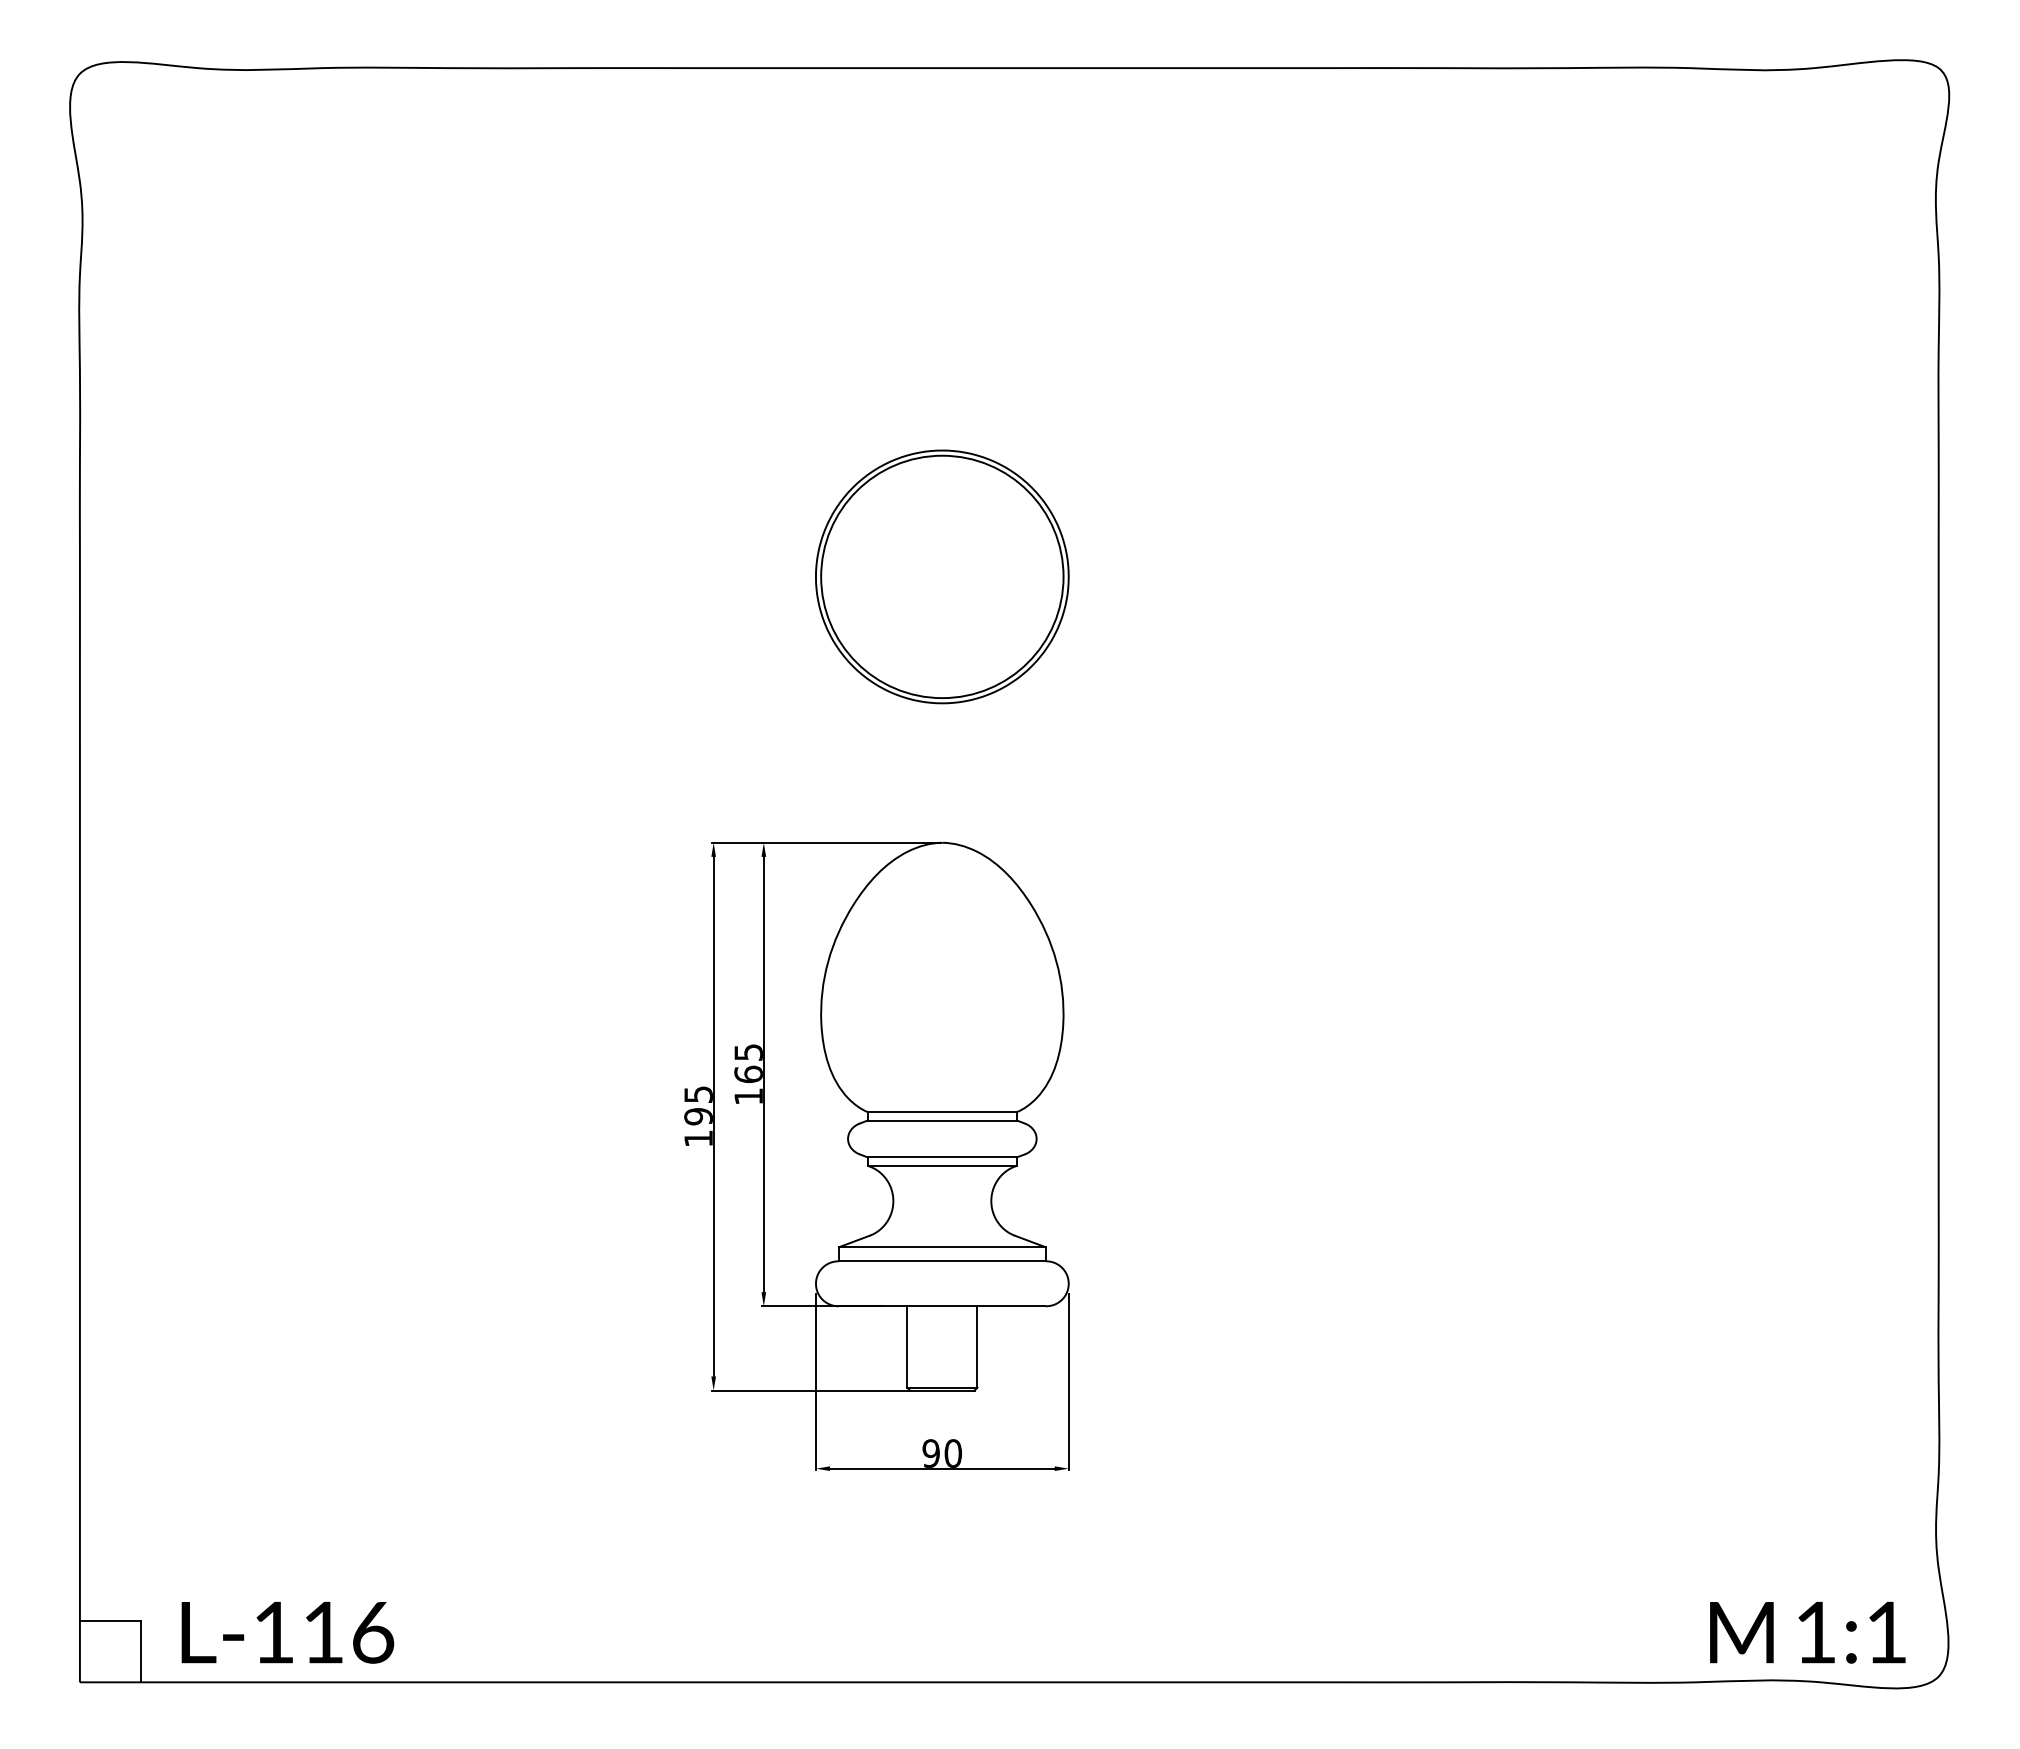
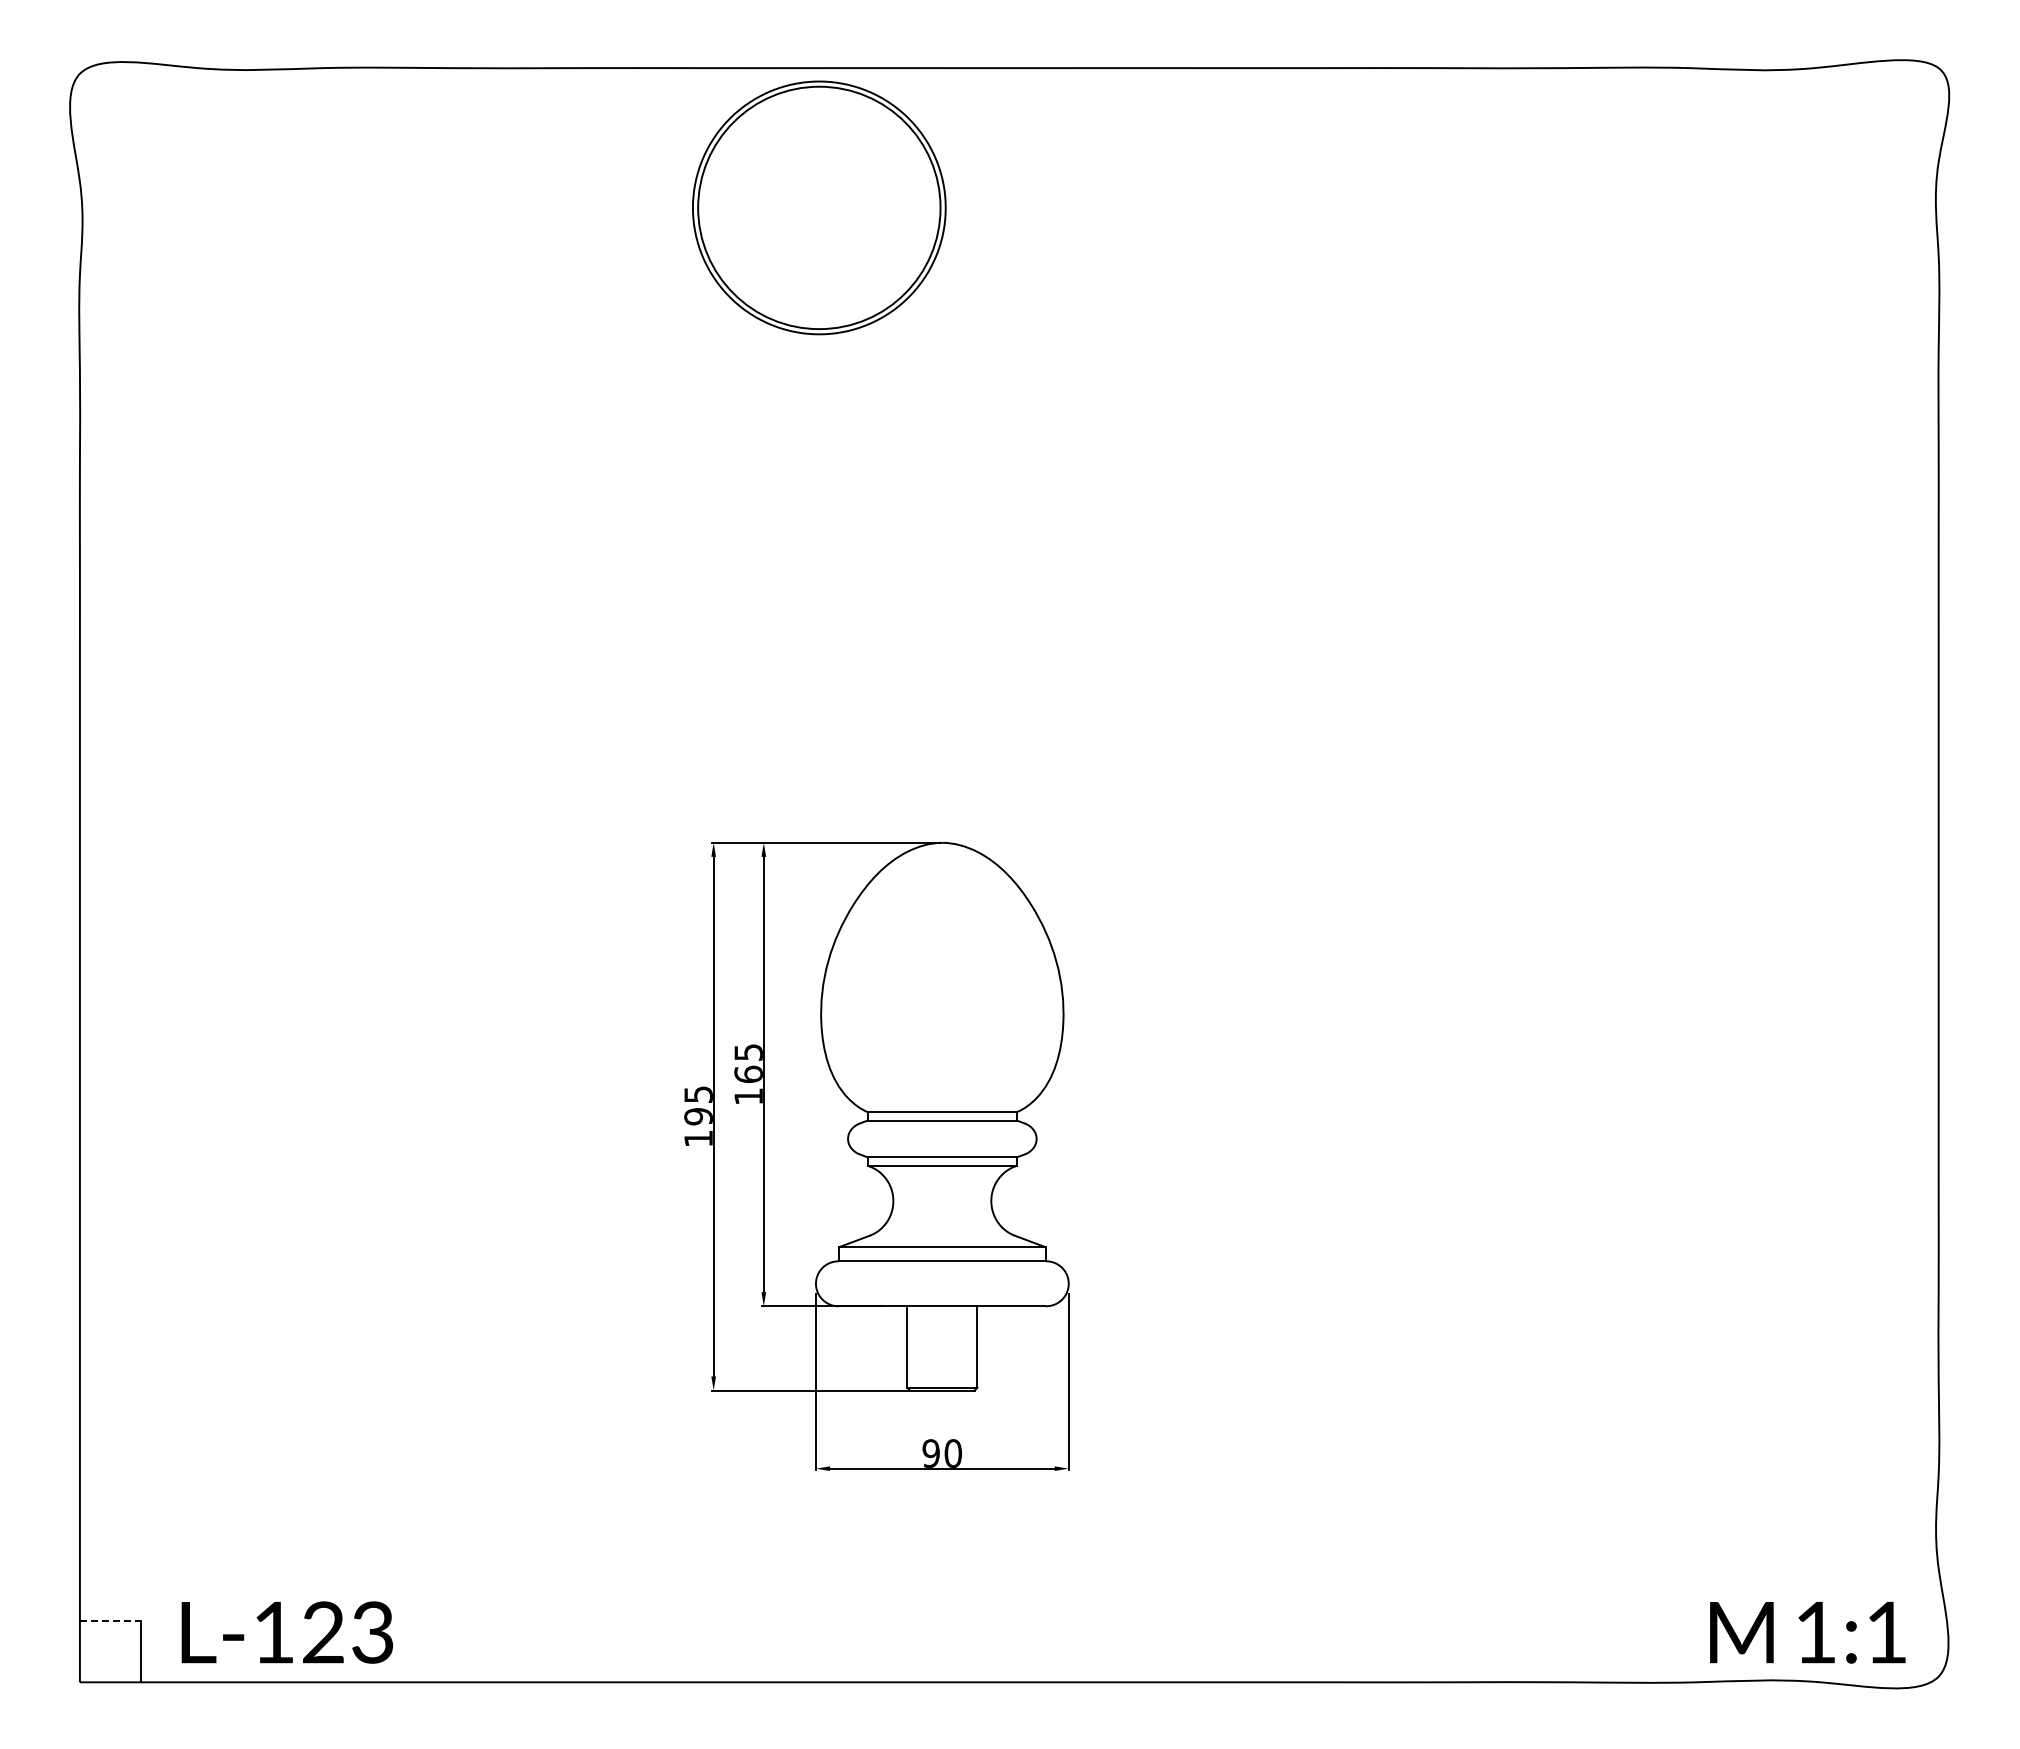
part at (942, 576) position: (942, 576) -> (819, 207)
line at (110, 1621): solid -> dashed
text at (348, 1632): L-116 -> L-123
